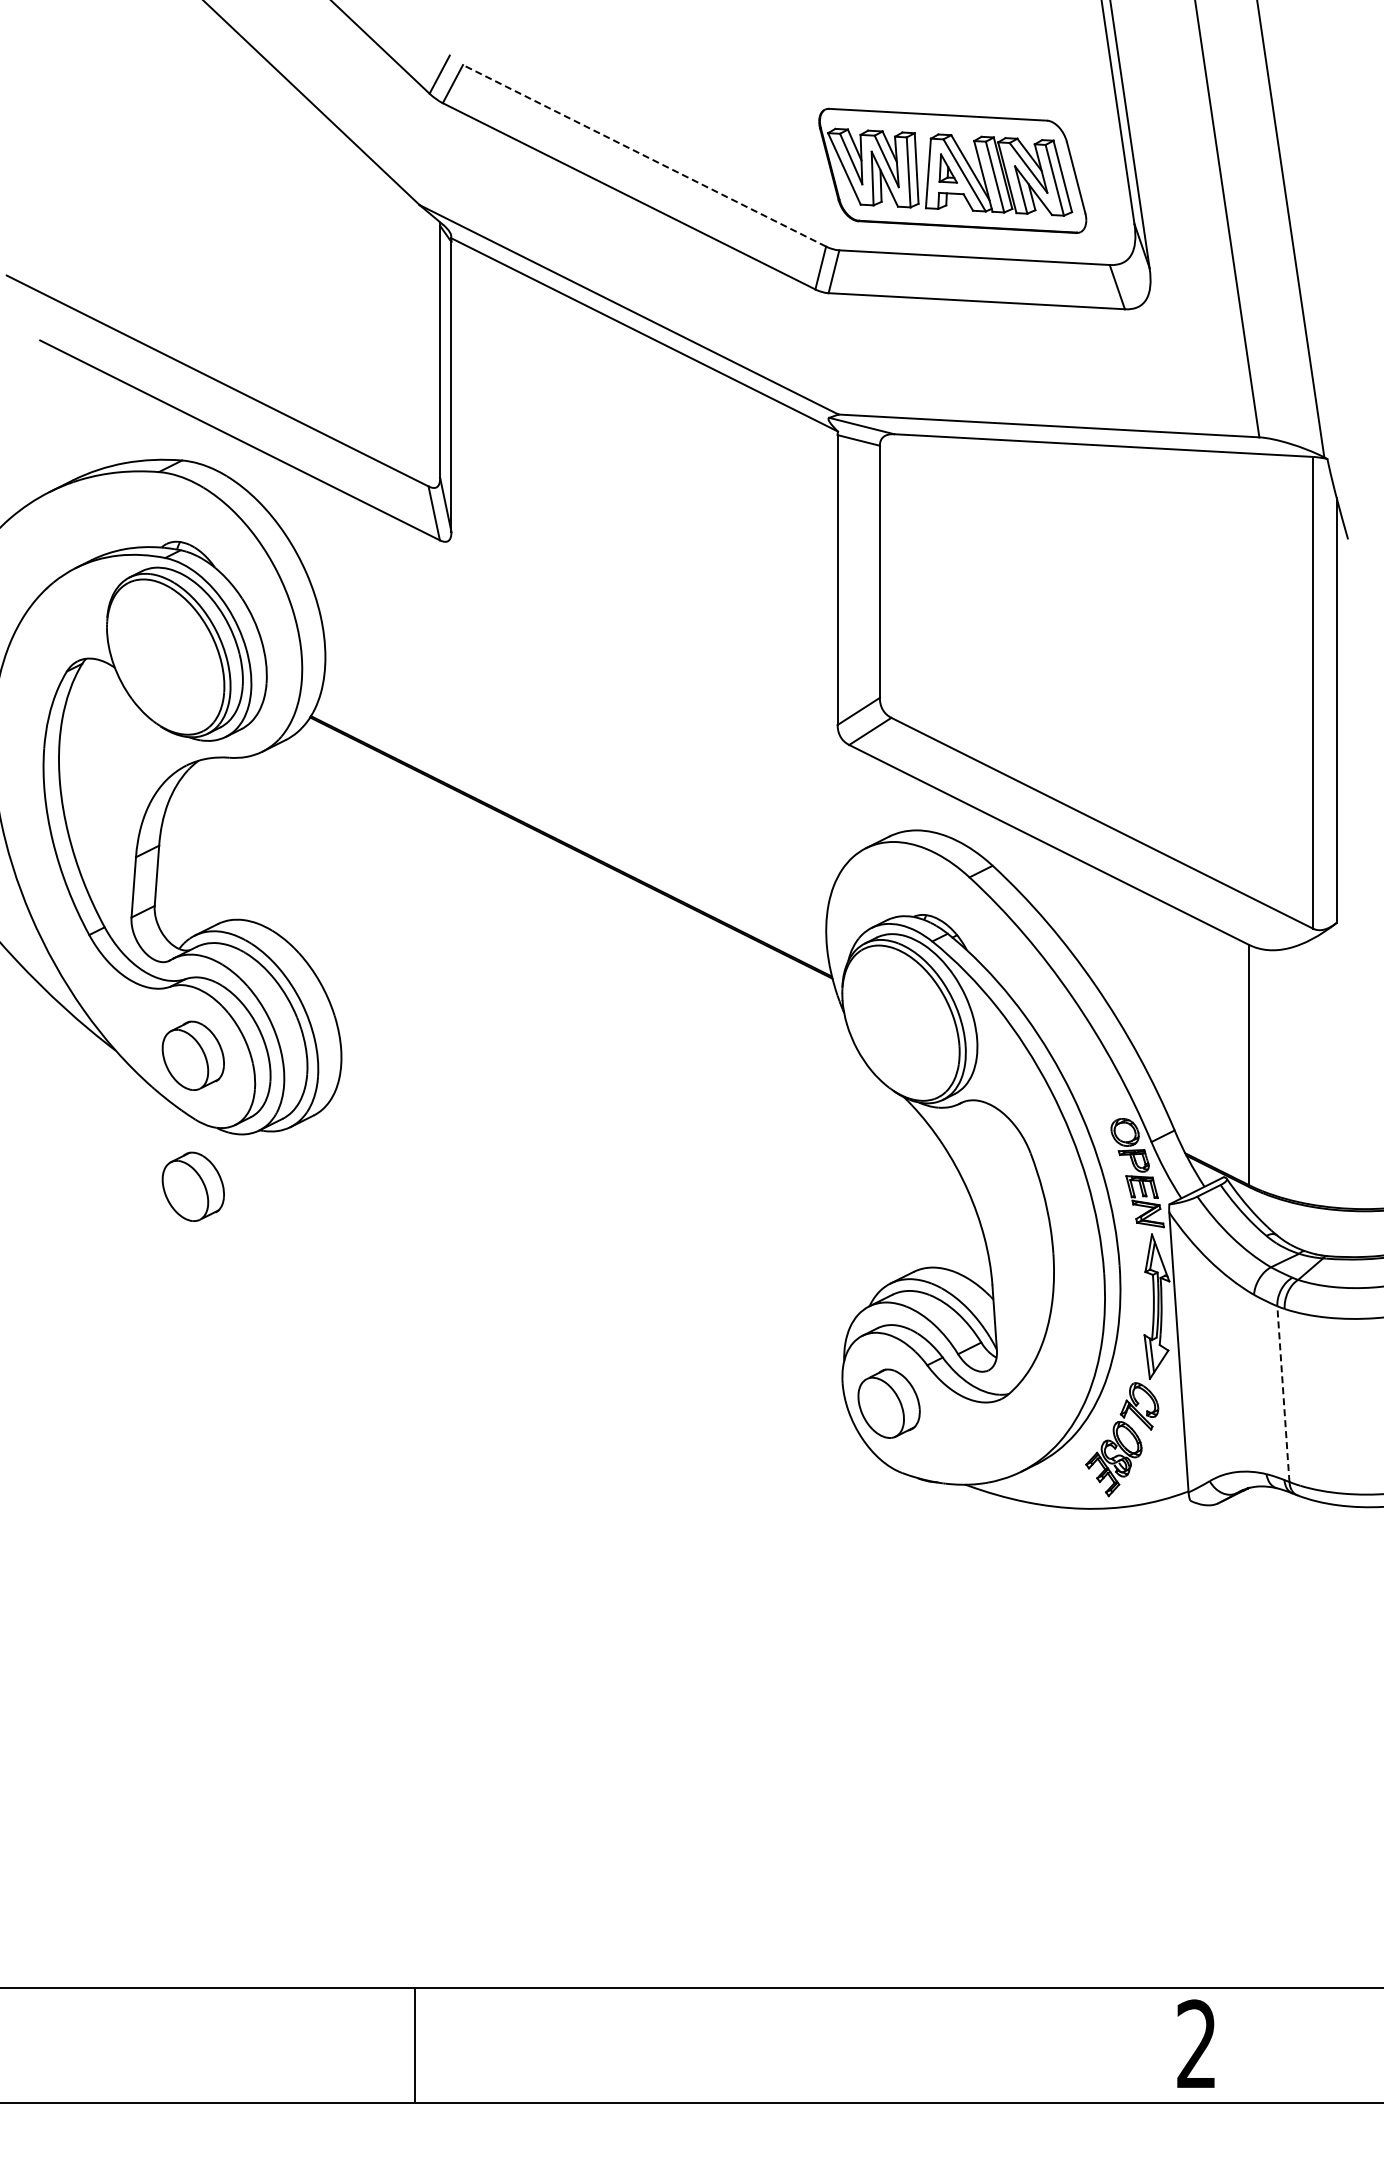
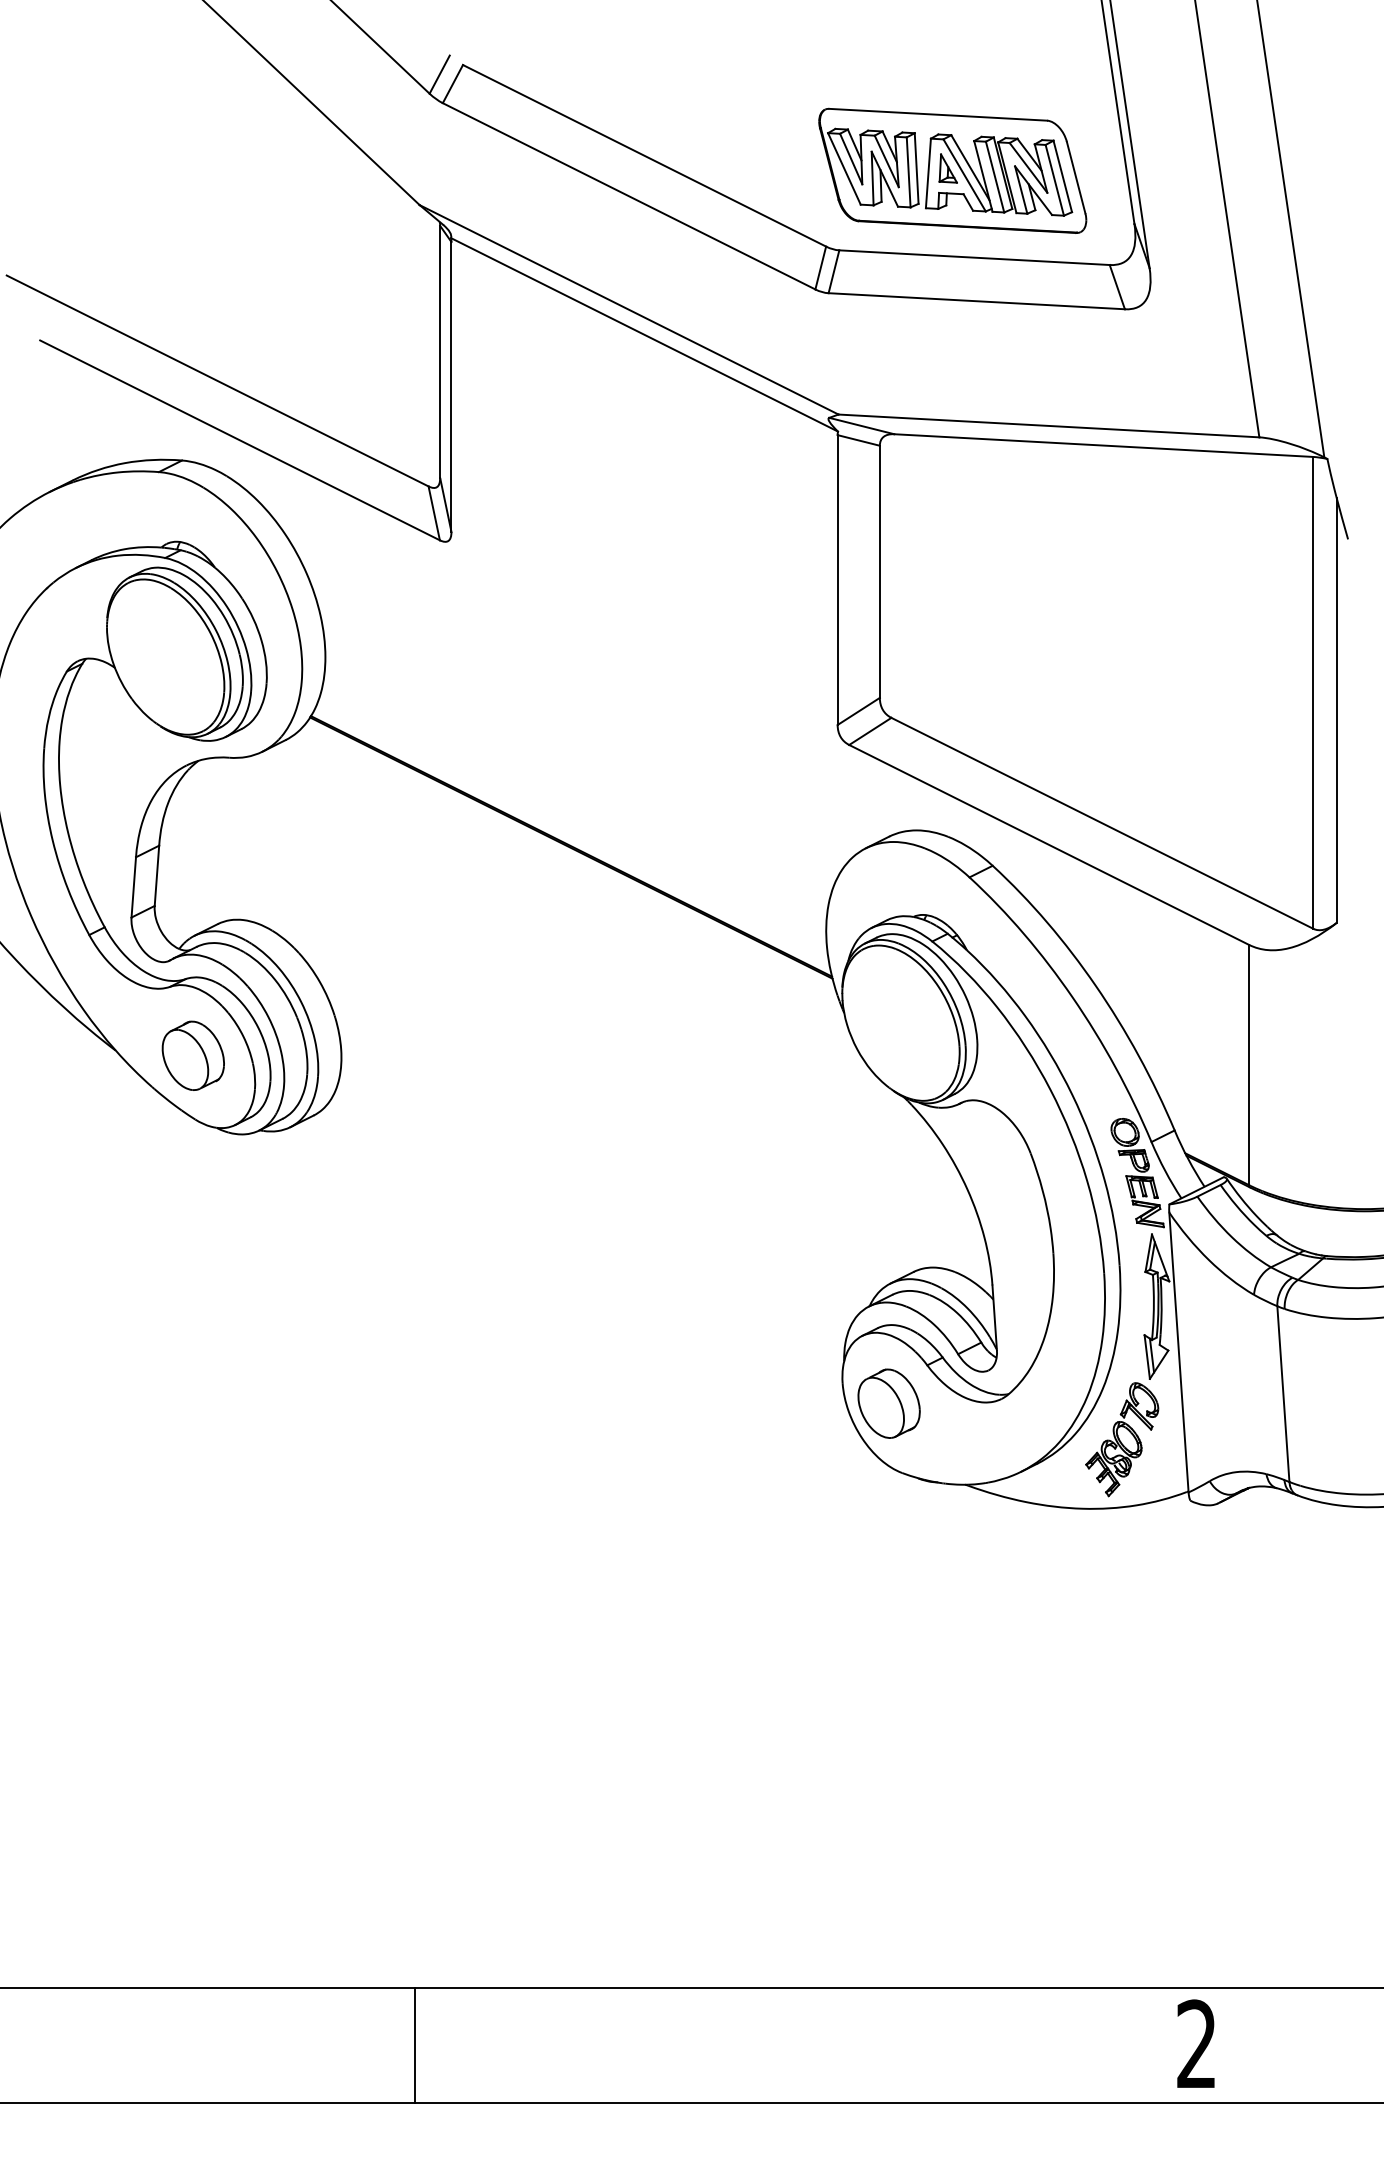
line at (644, 155): dashed -> solid
part at (192, 1186): present -> none
line at (1283, 1393): dashed -> solid
